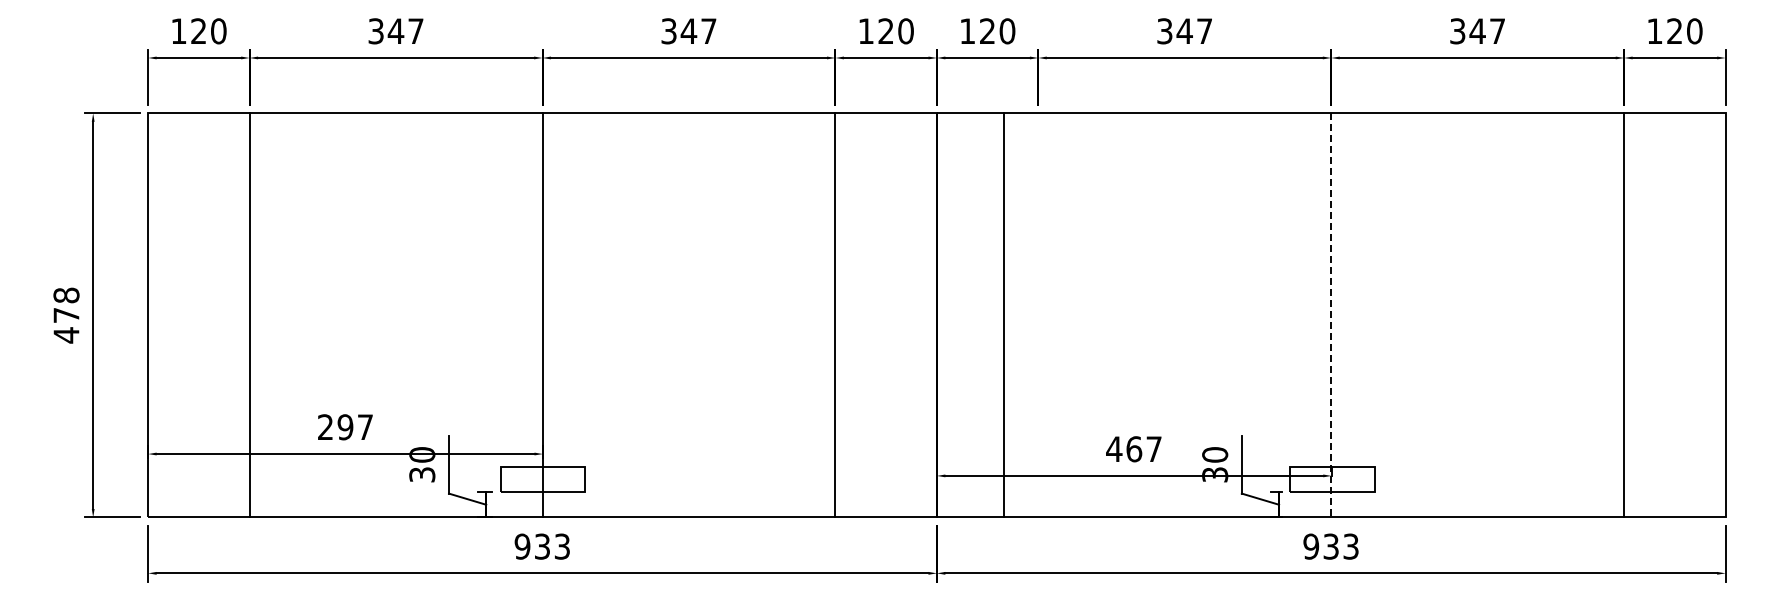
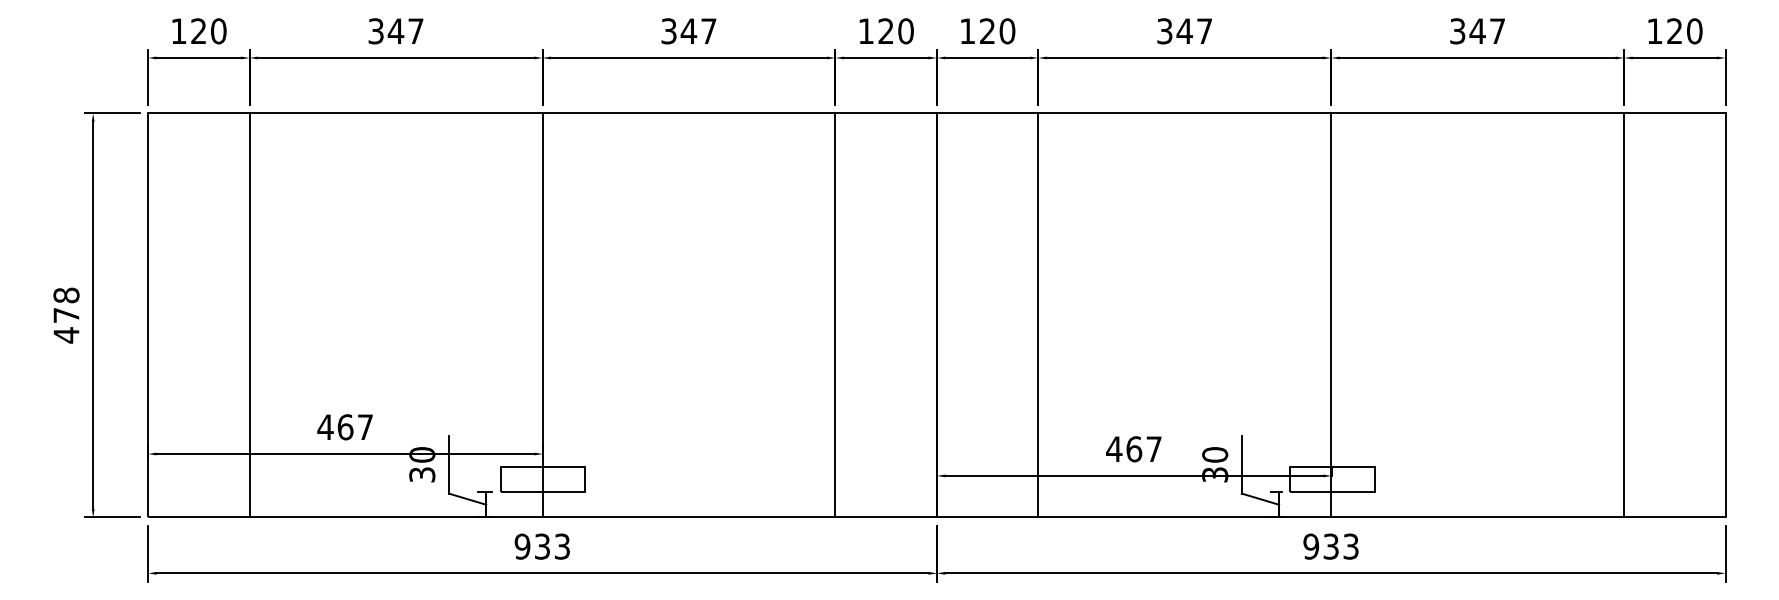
line at (1004, 315) position: (1004, 315) -> (1038, 315)
line at (1331, 315): dashed -> solid
text at (335, 427): 297 -> 467
